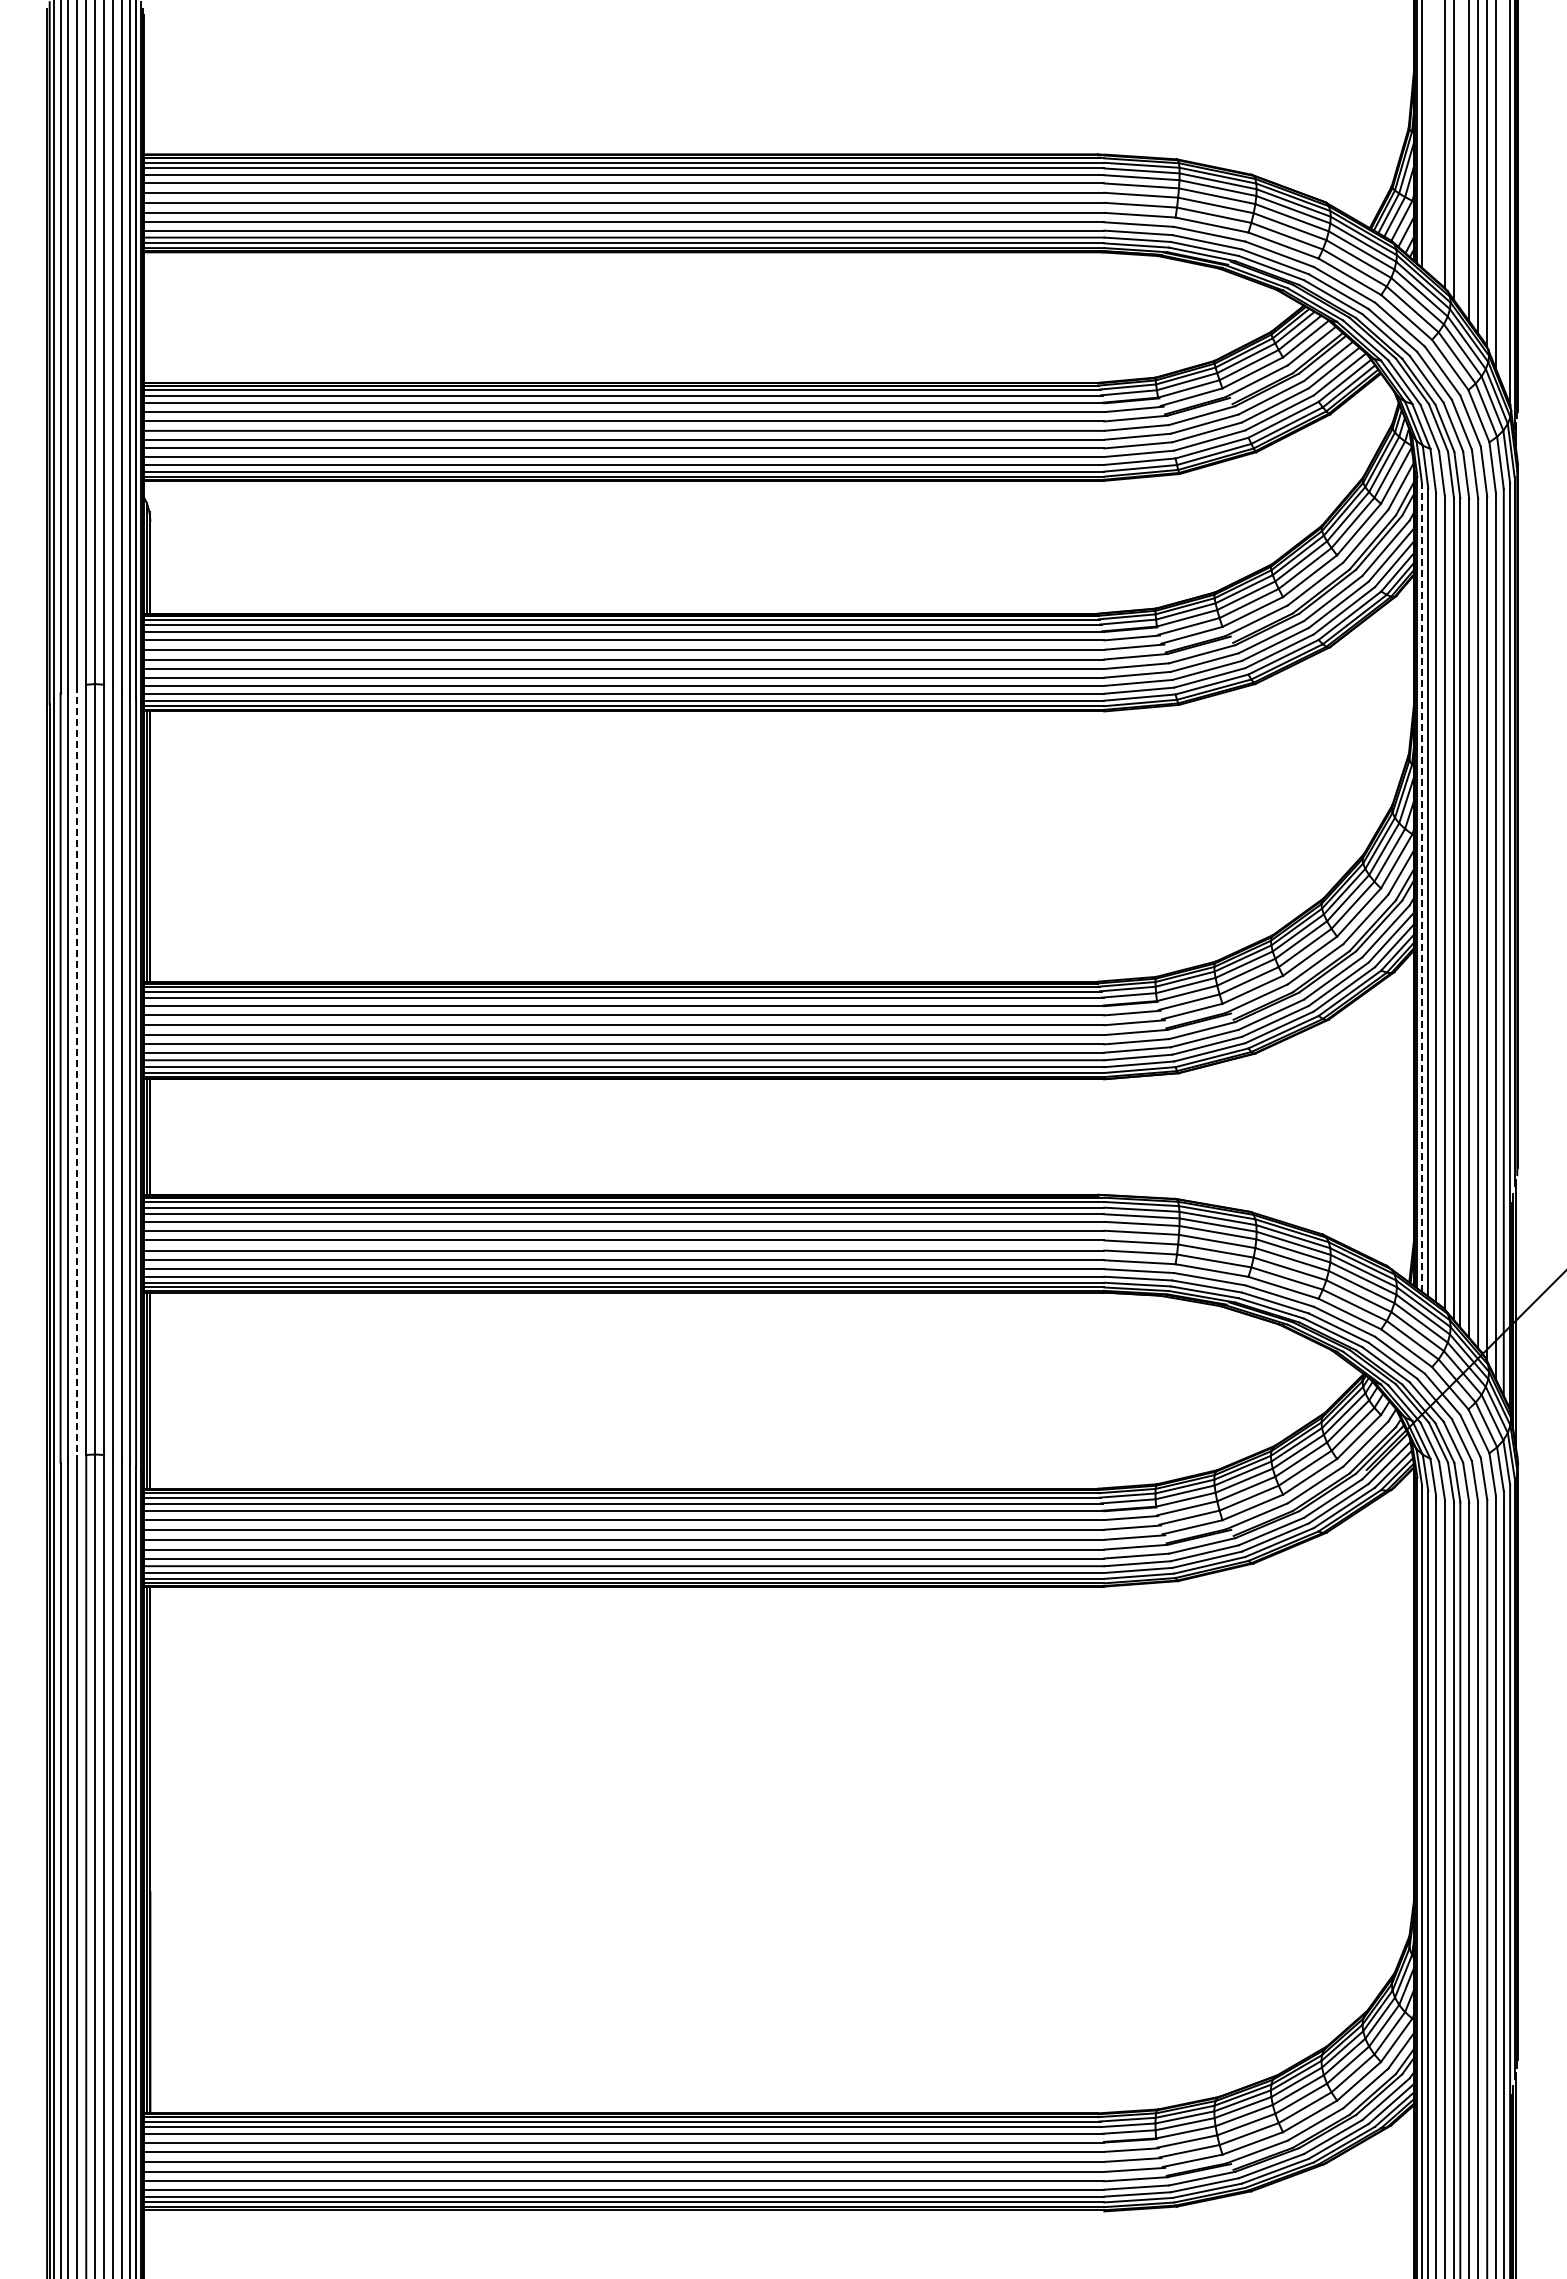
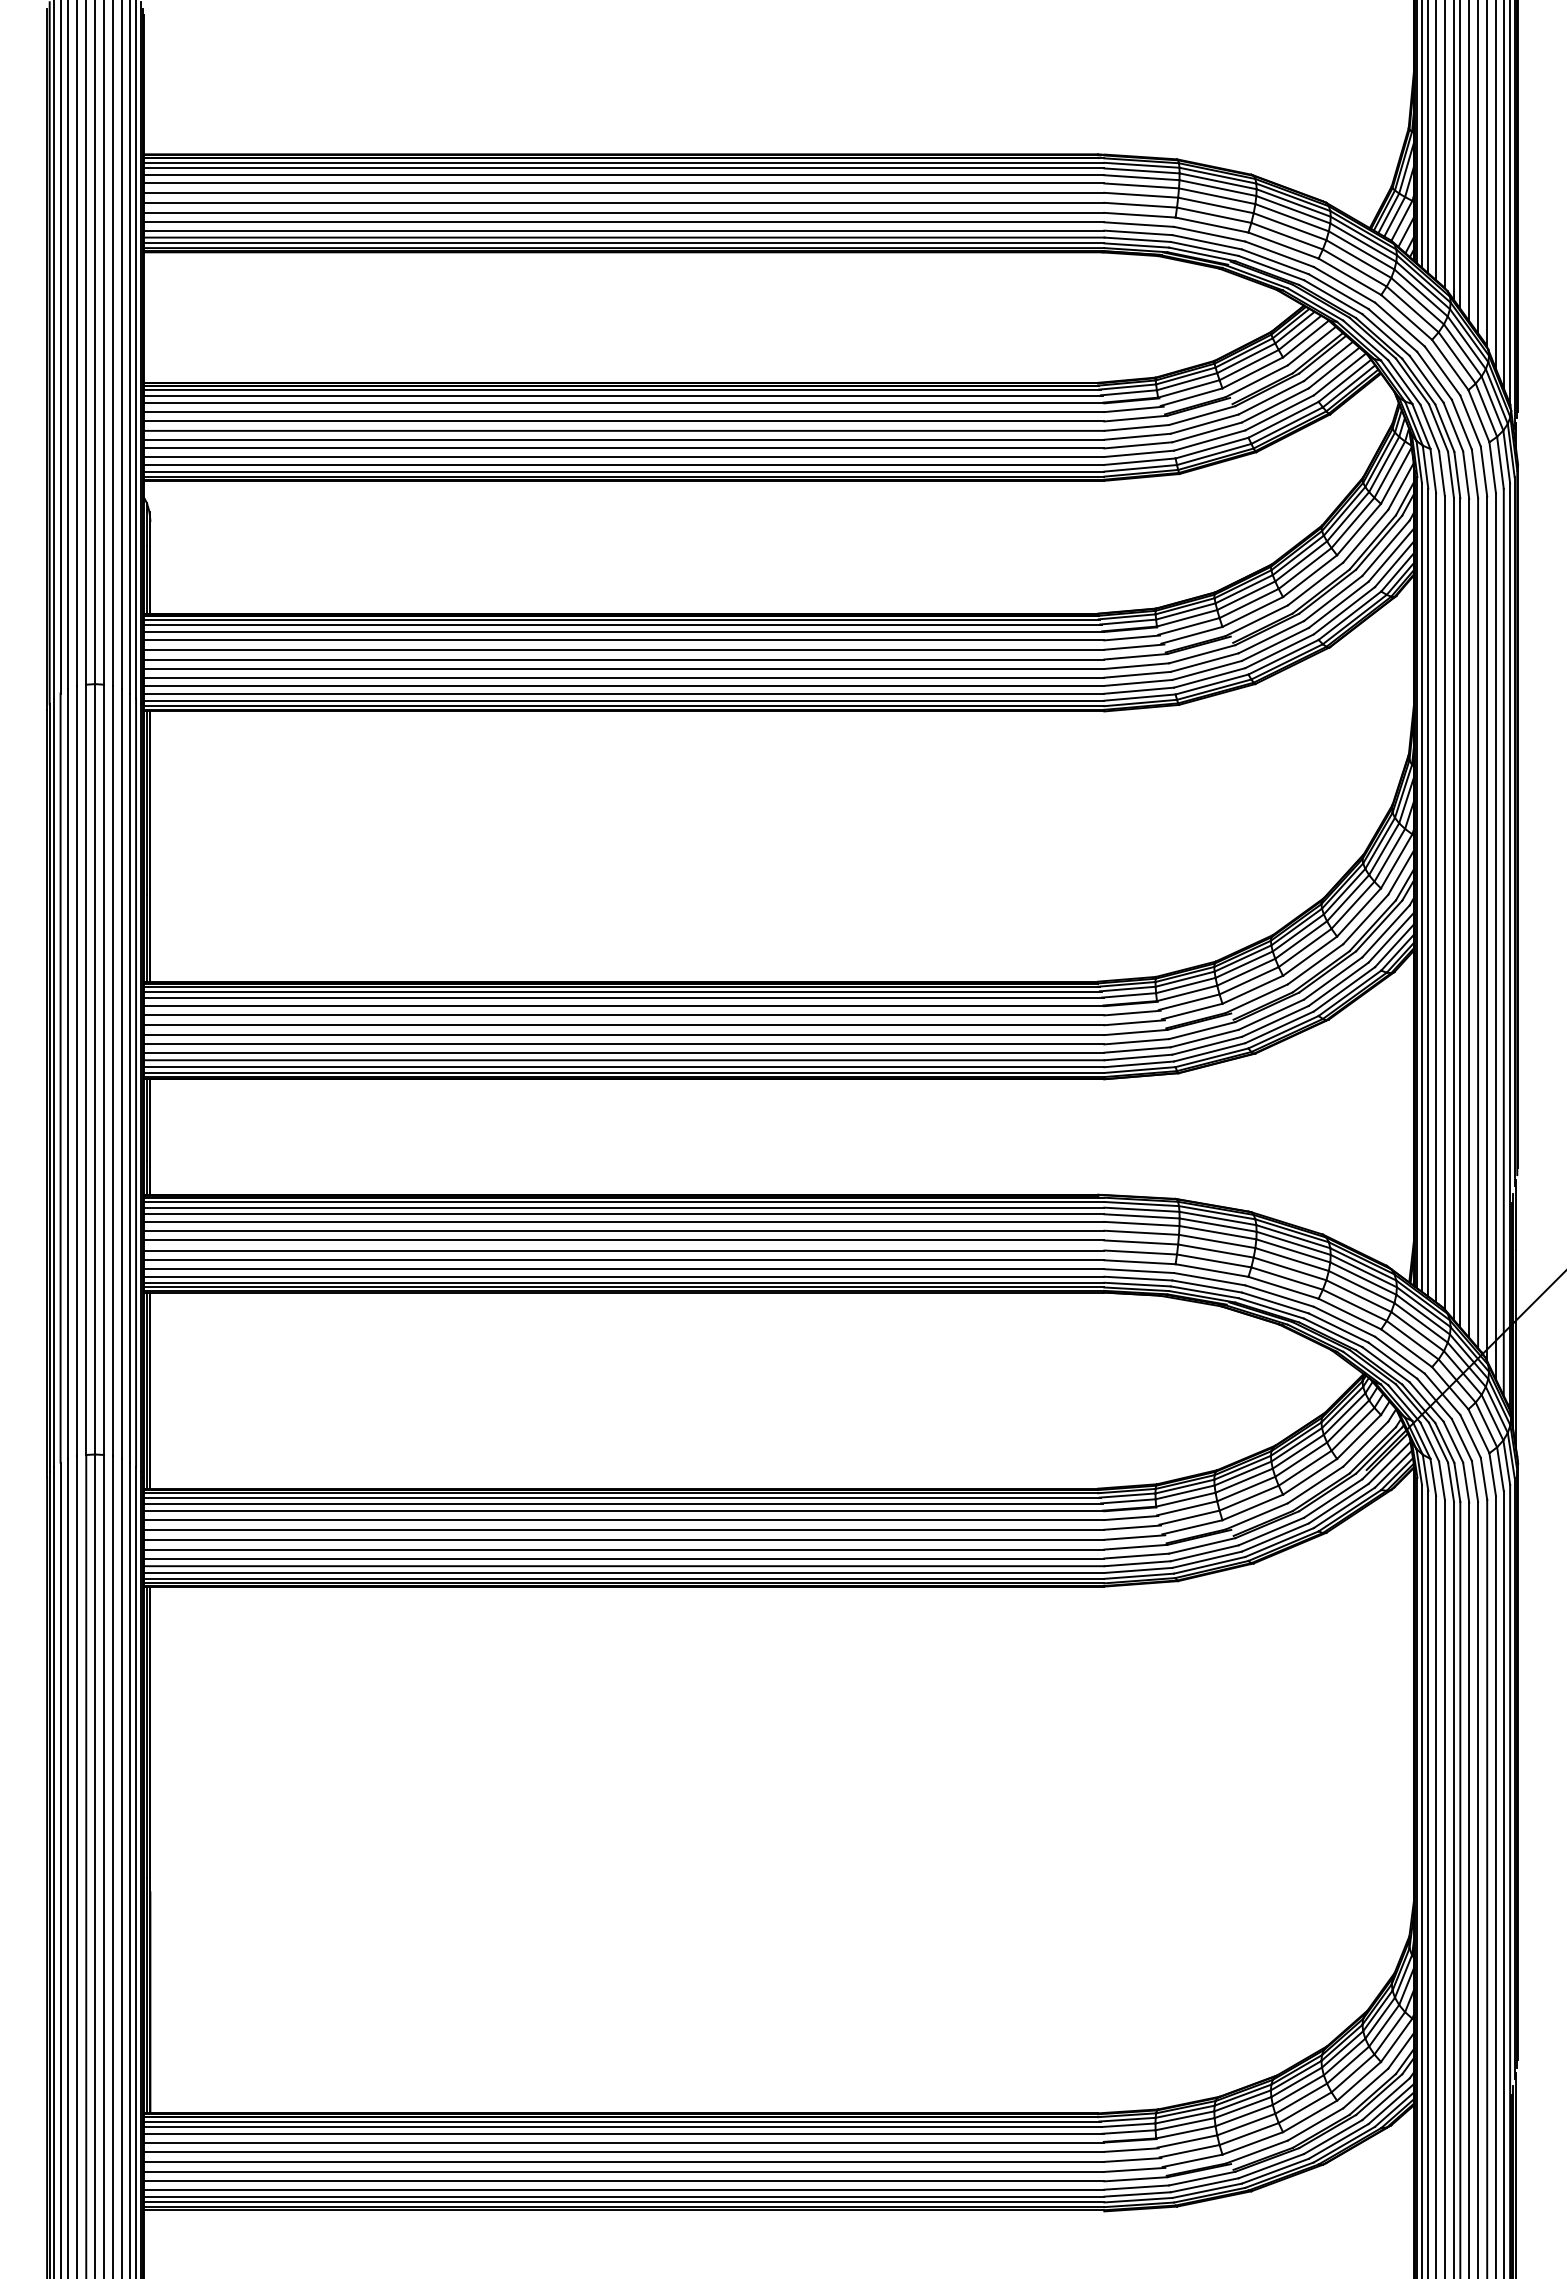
line at (1428, 137): none -> present
line at (1436, 141): none -> present
line at (1460, 155): none -> present
line at (1503, 195): none -> present
line at (1421, 887): dashed -> solid
line at (77, 1071): dashed -> solid
